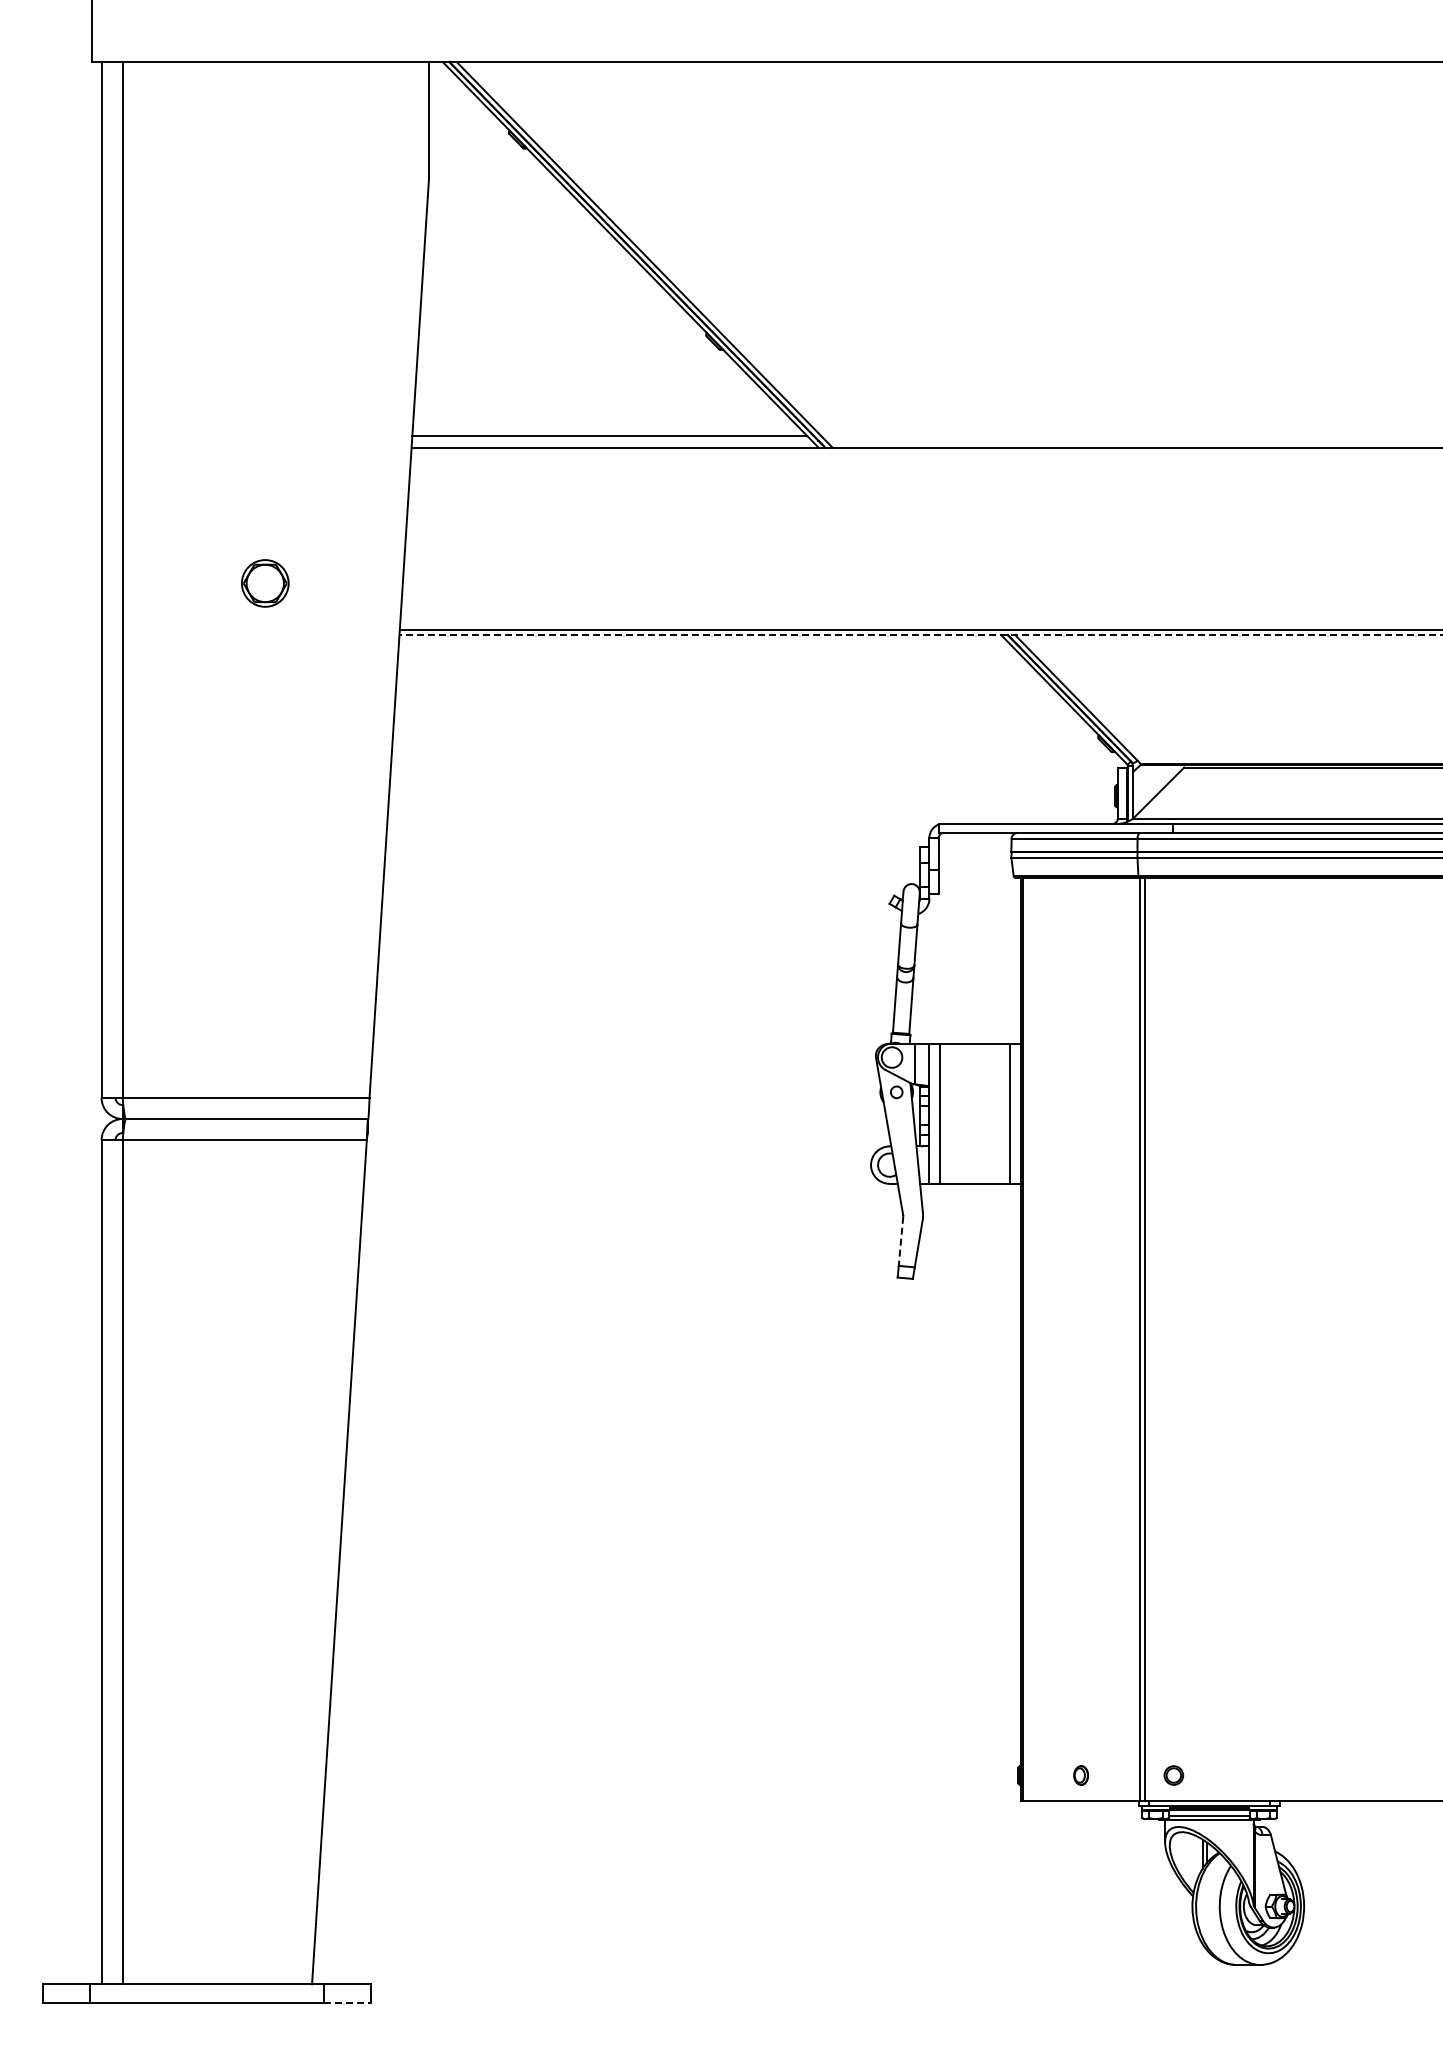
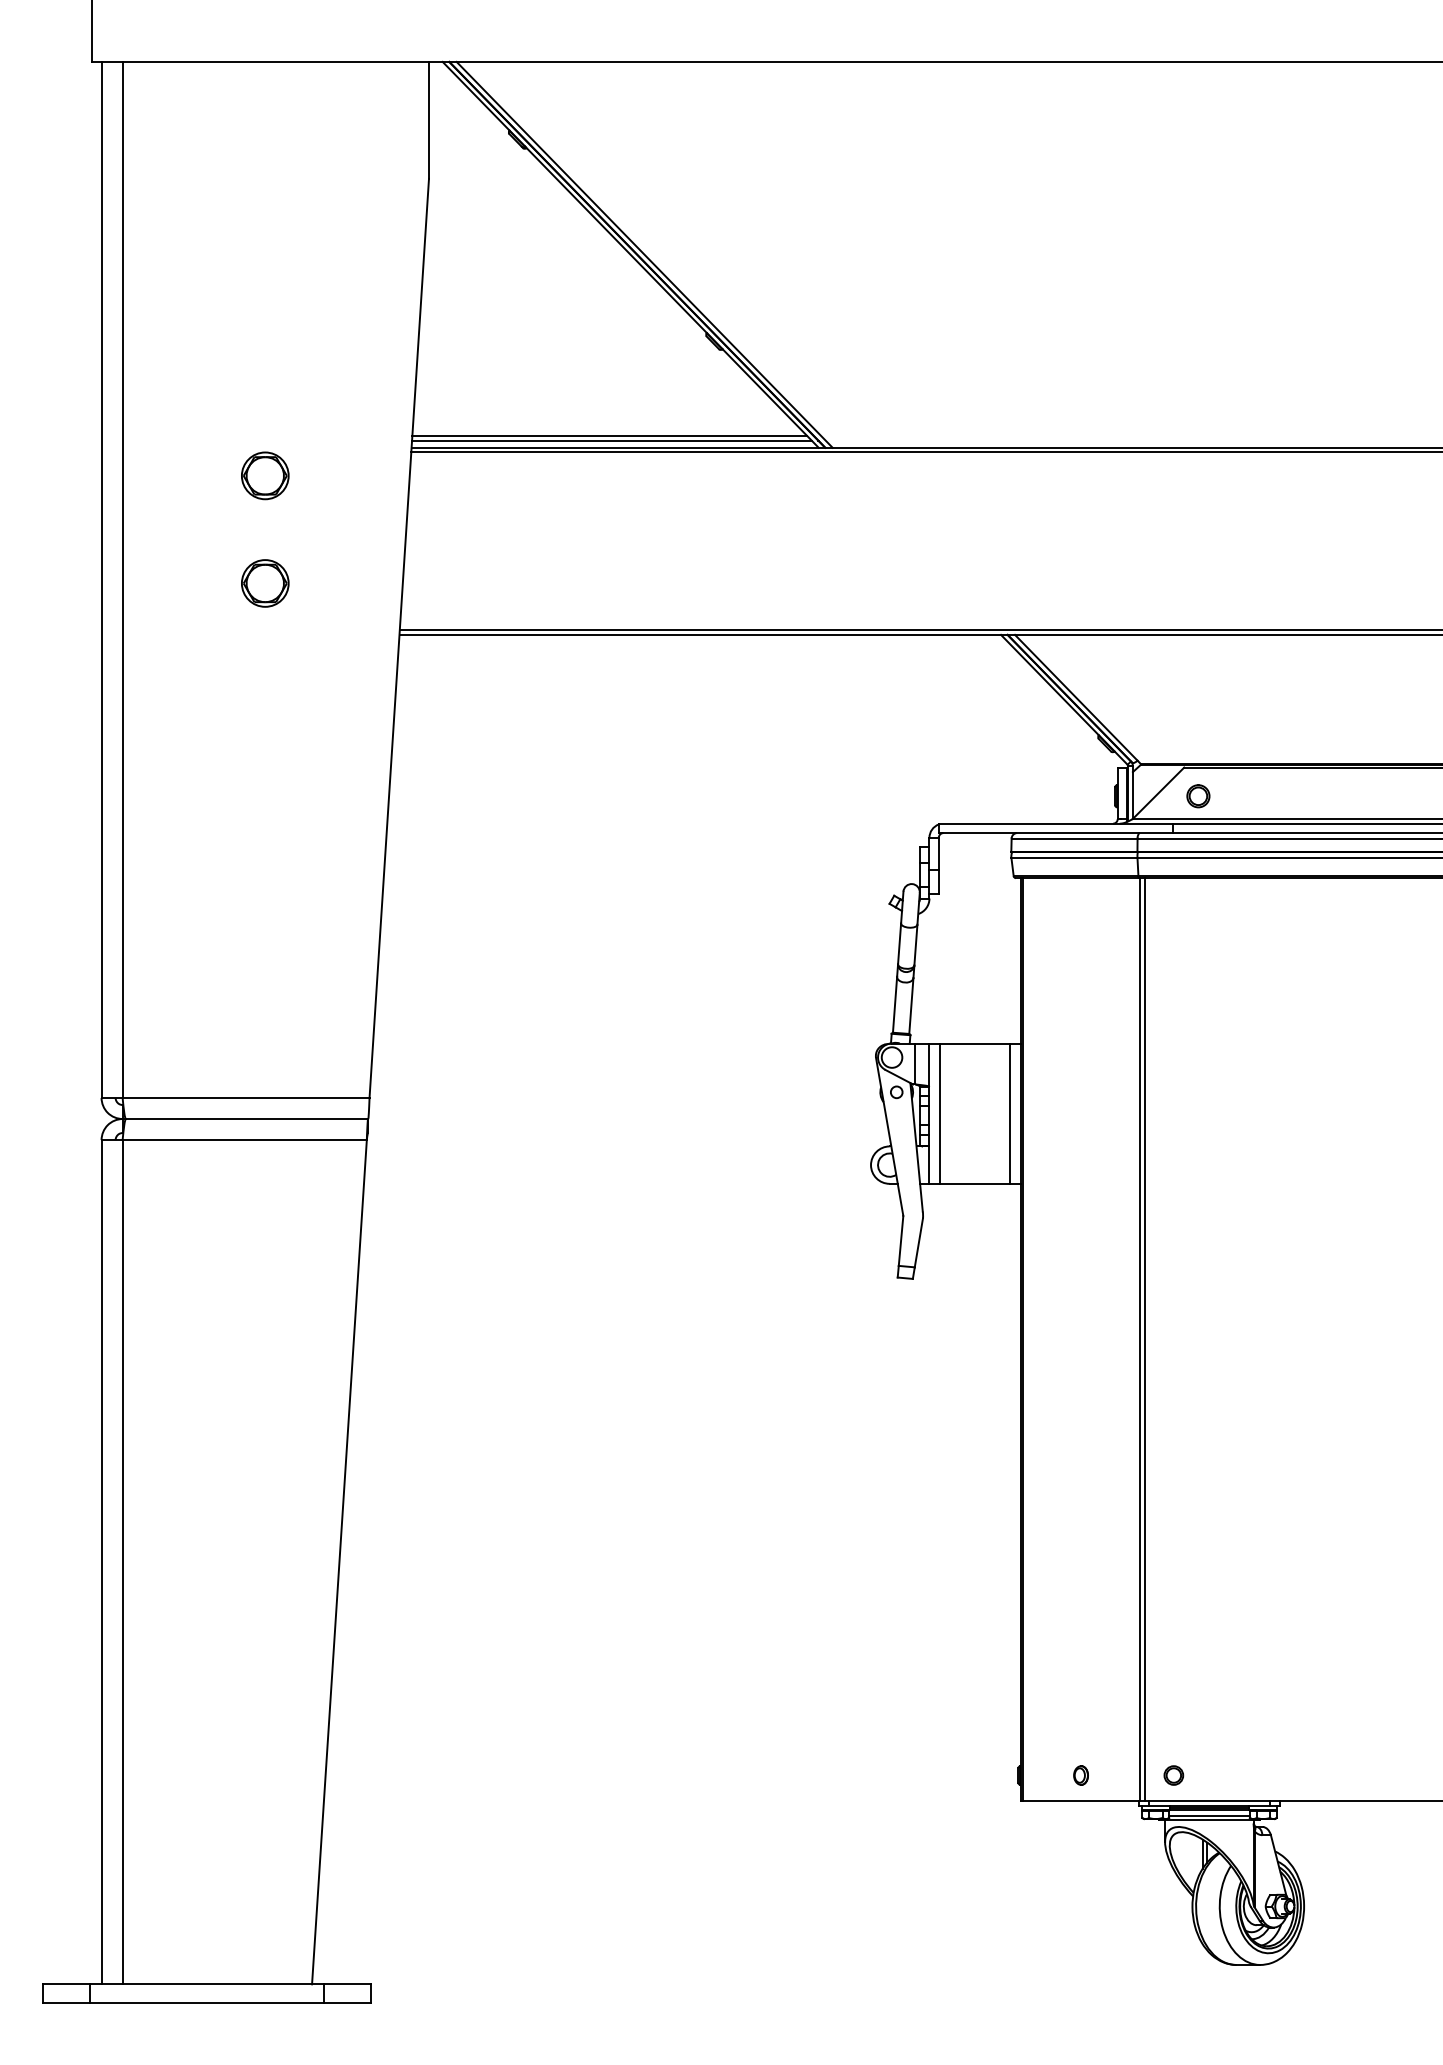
line at (611, 440): none -> present
line at (925, 452): none -> present
part at (265, 475): none -> present
line at (920, 634): dashed -> solid
part at (1198, 796): none -> present
line at (901, 1241): dashed -> solid
line at (347, 2003): dashed -> solid
